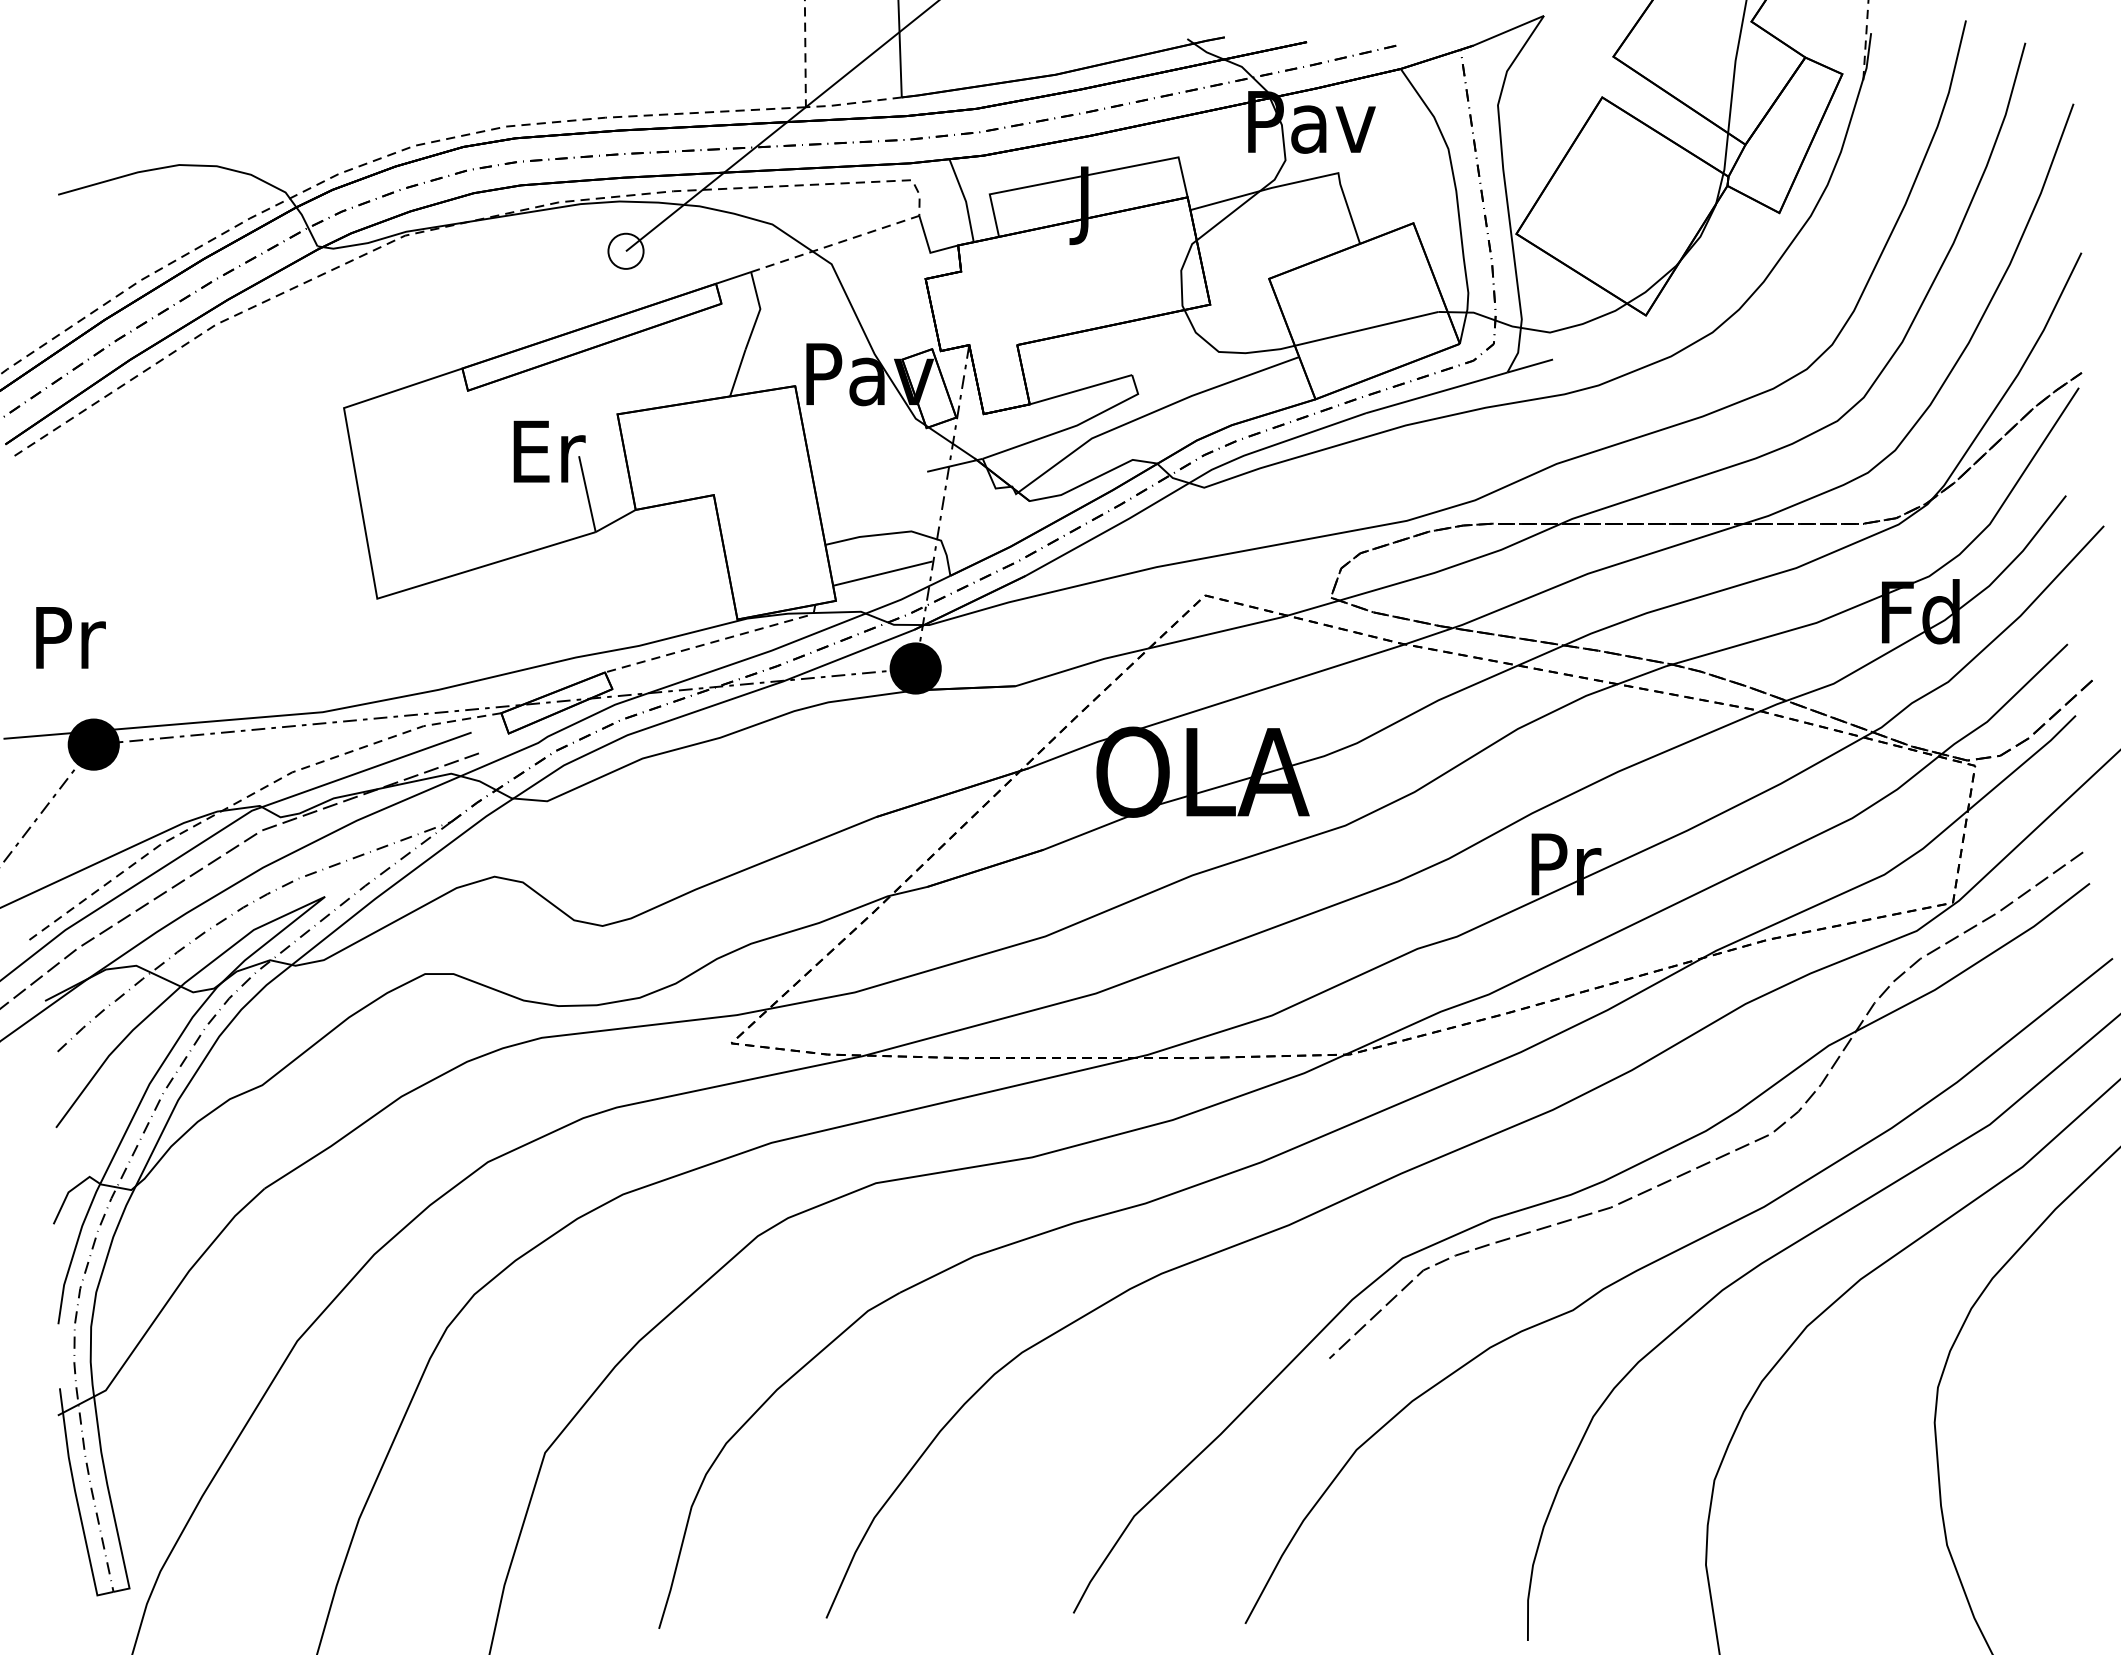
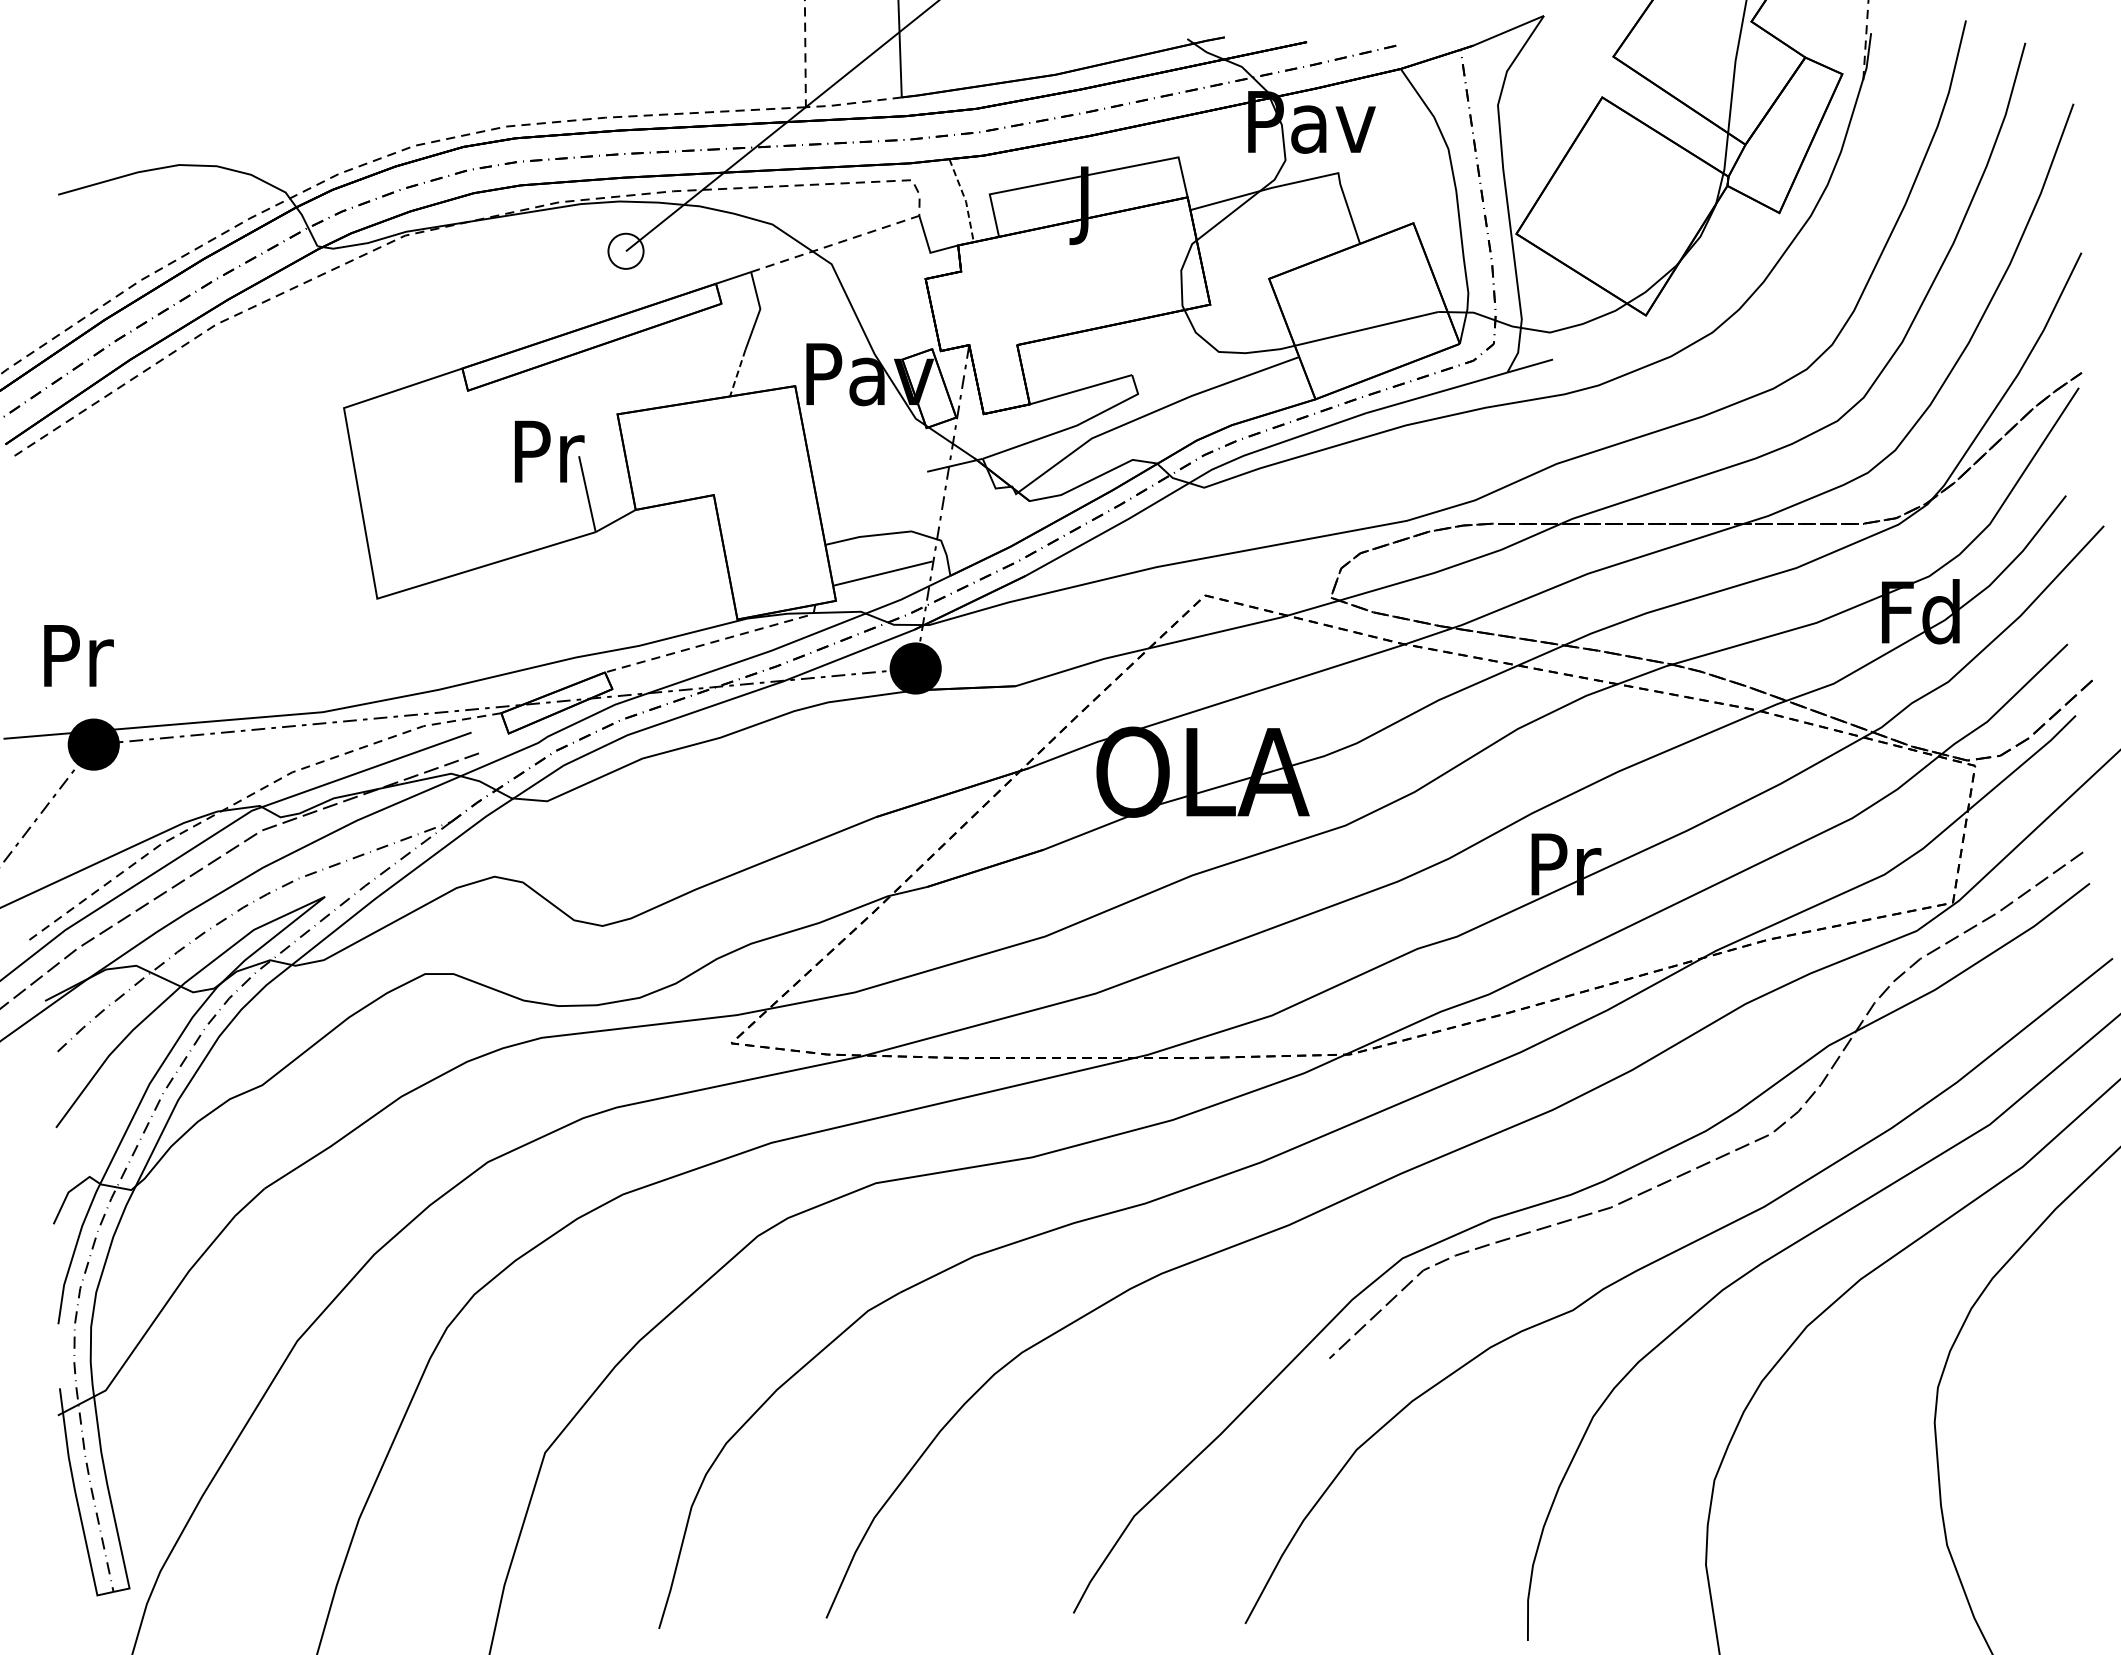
line at (965, 200): solid -> dashed
line at (737, 373): solid -> dashed
text at (549, 451): Er -> Pr
text at (70, 637) position: (70, 637) -> (78, 655)
